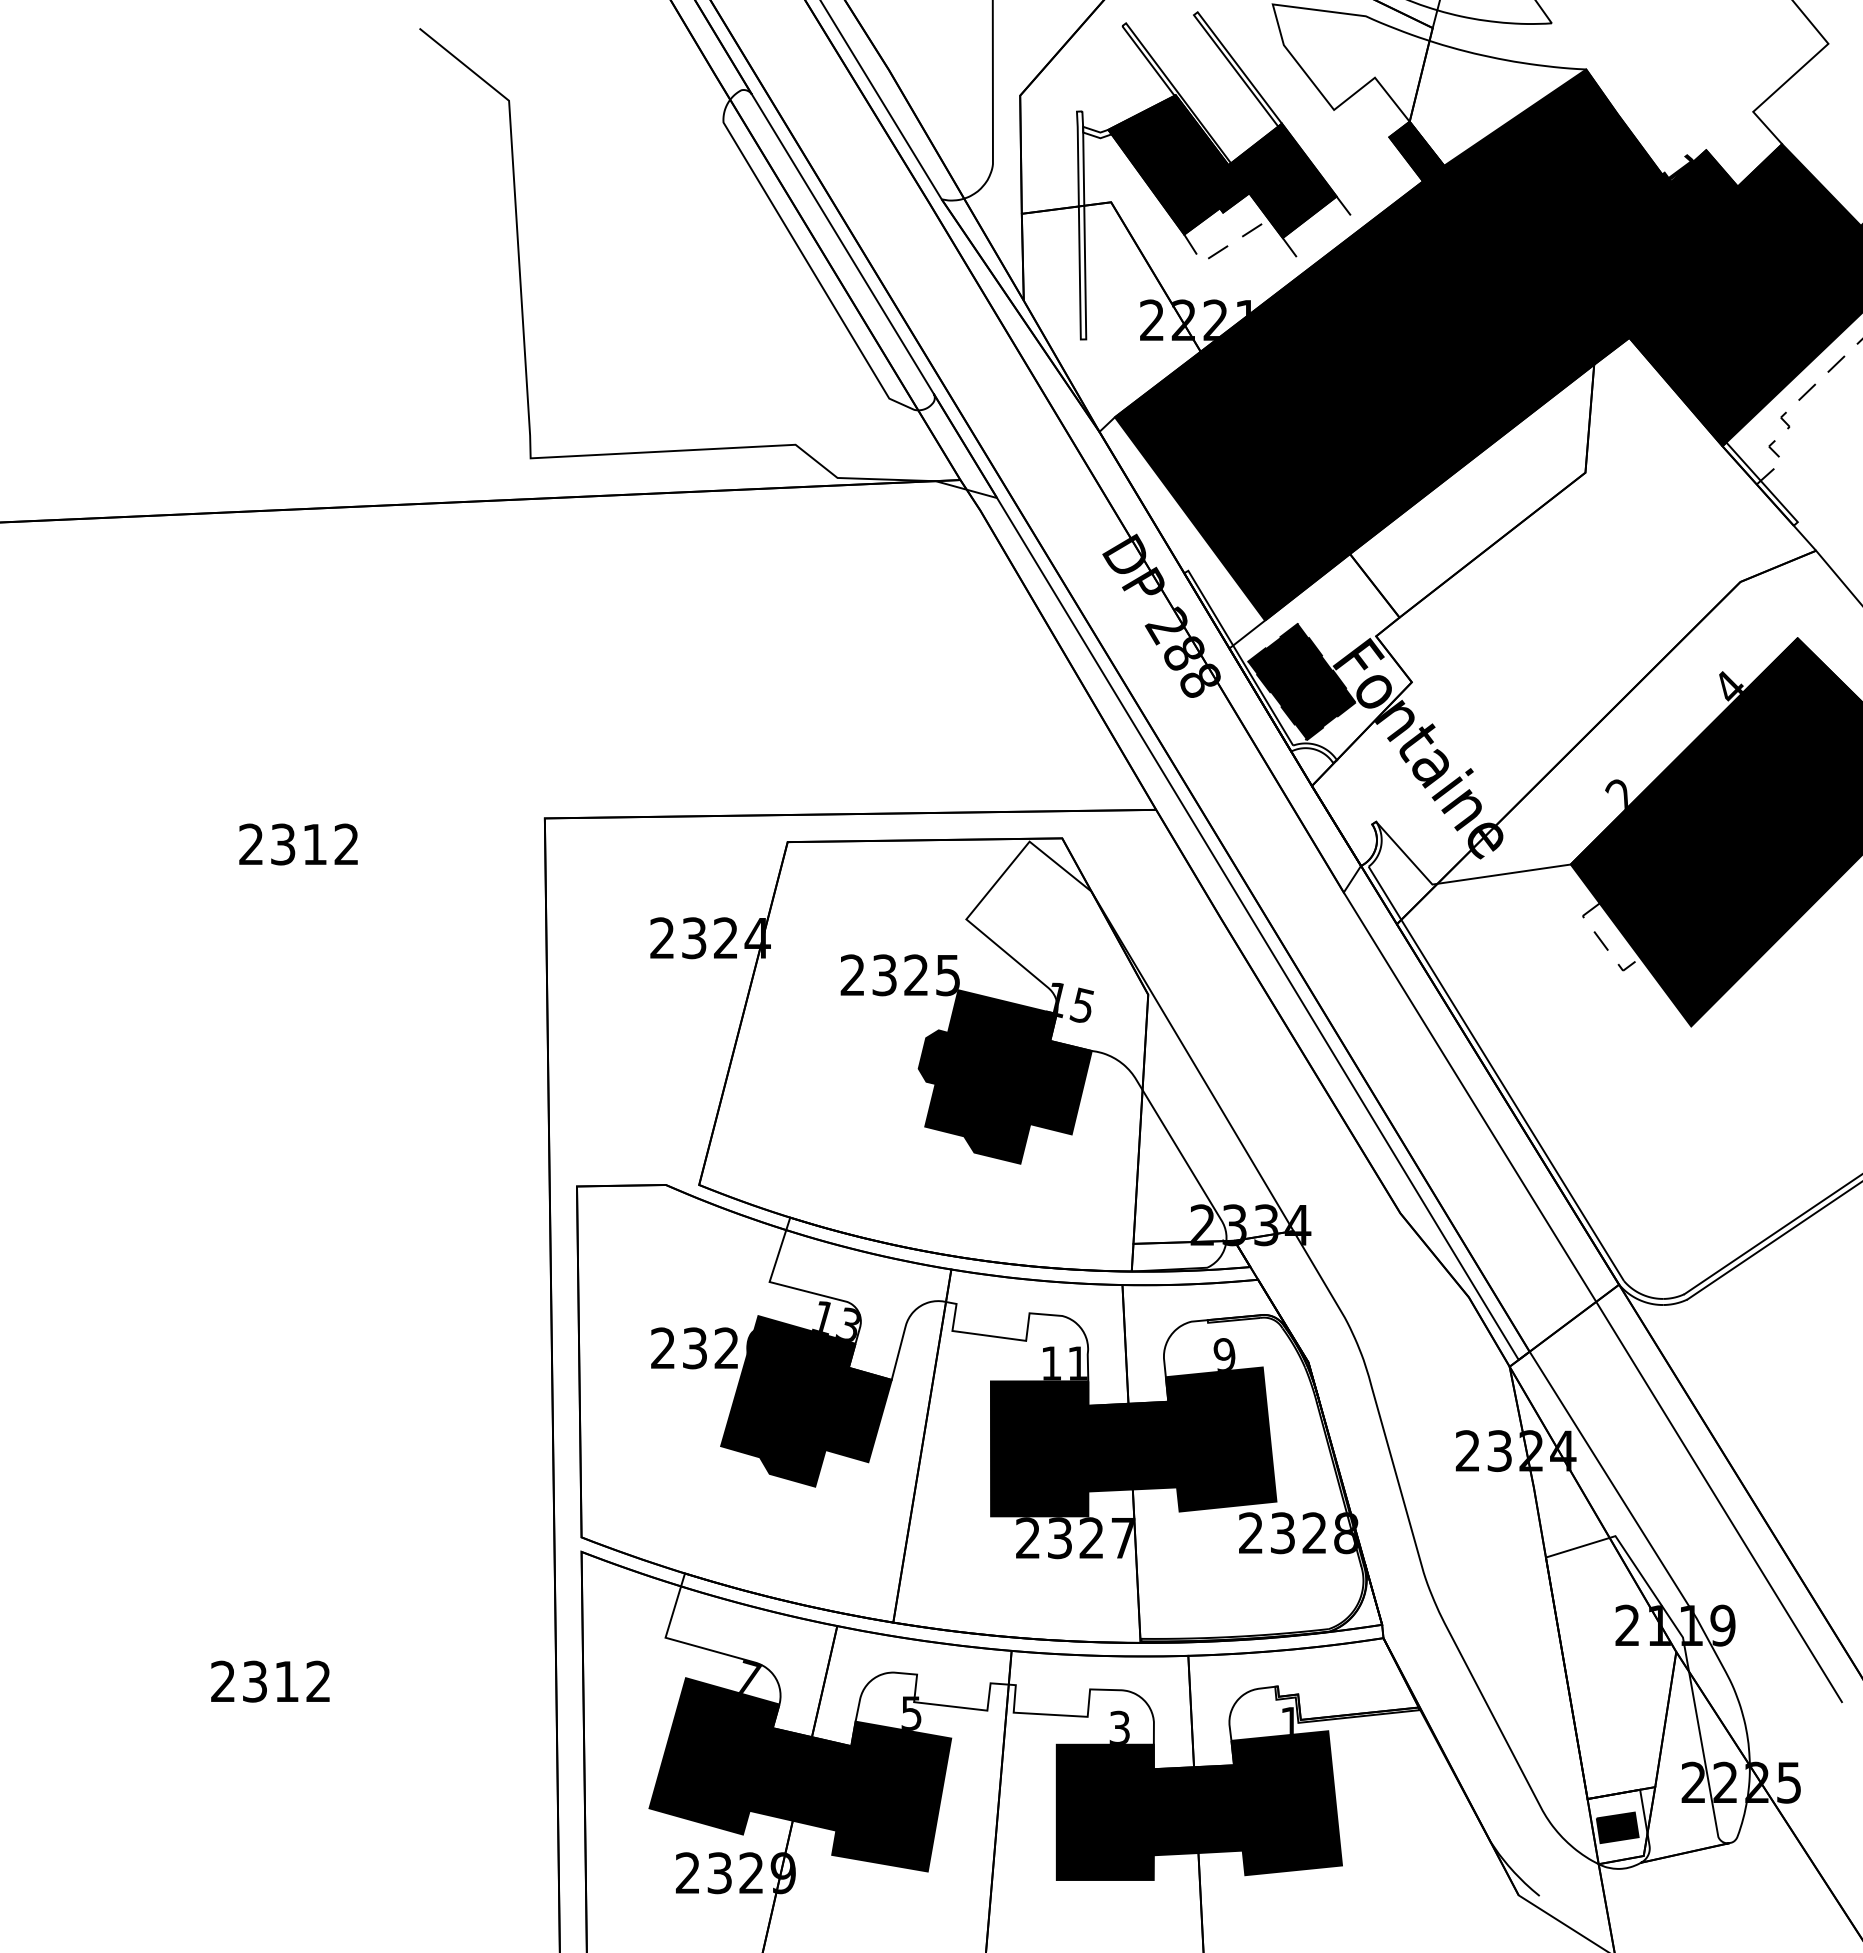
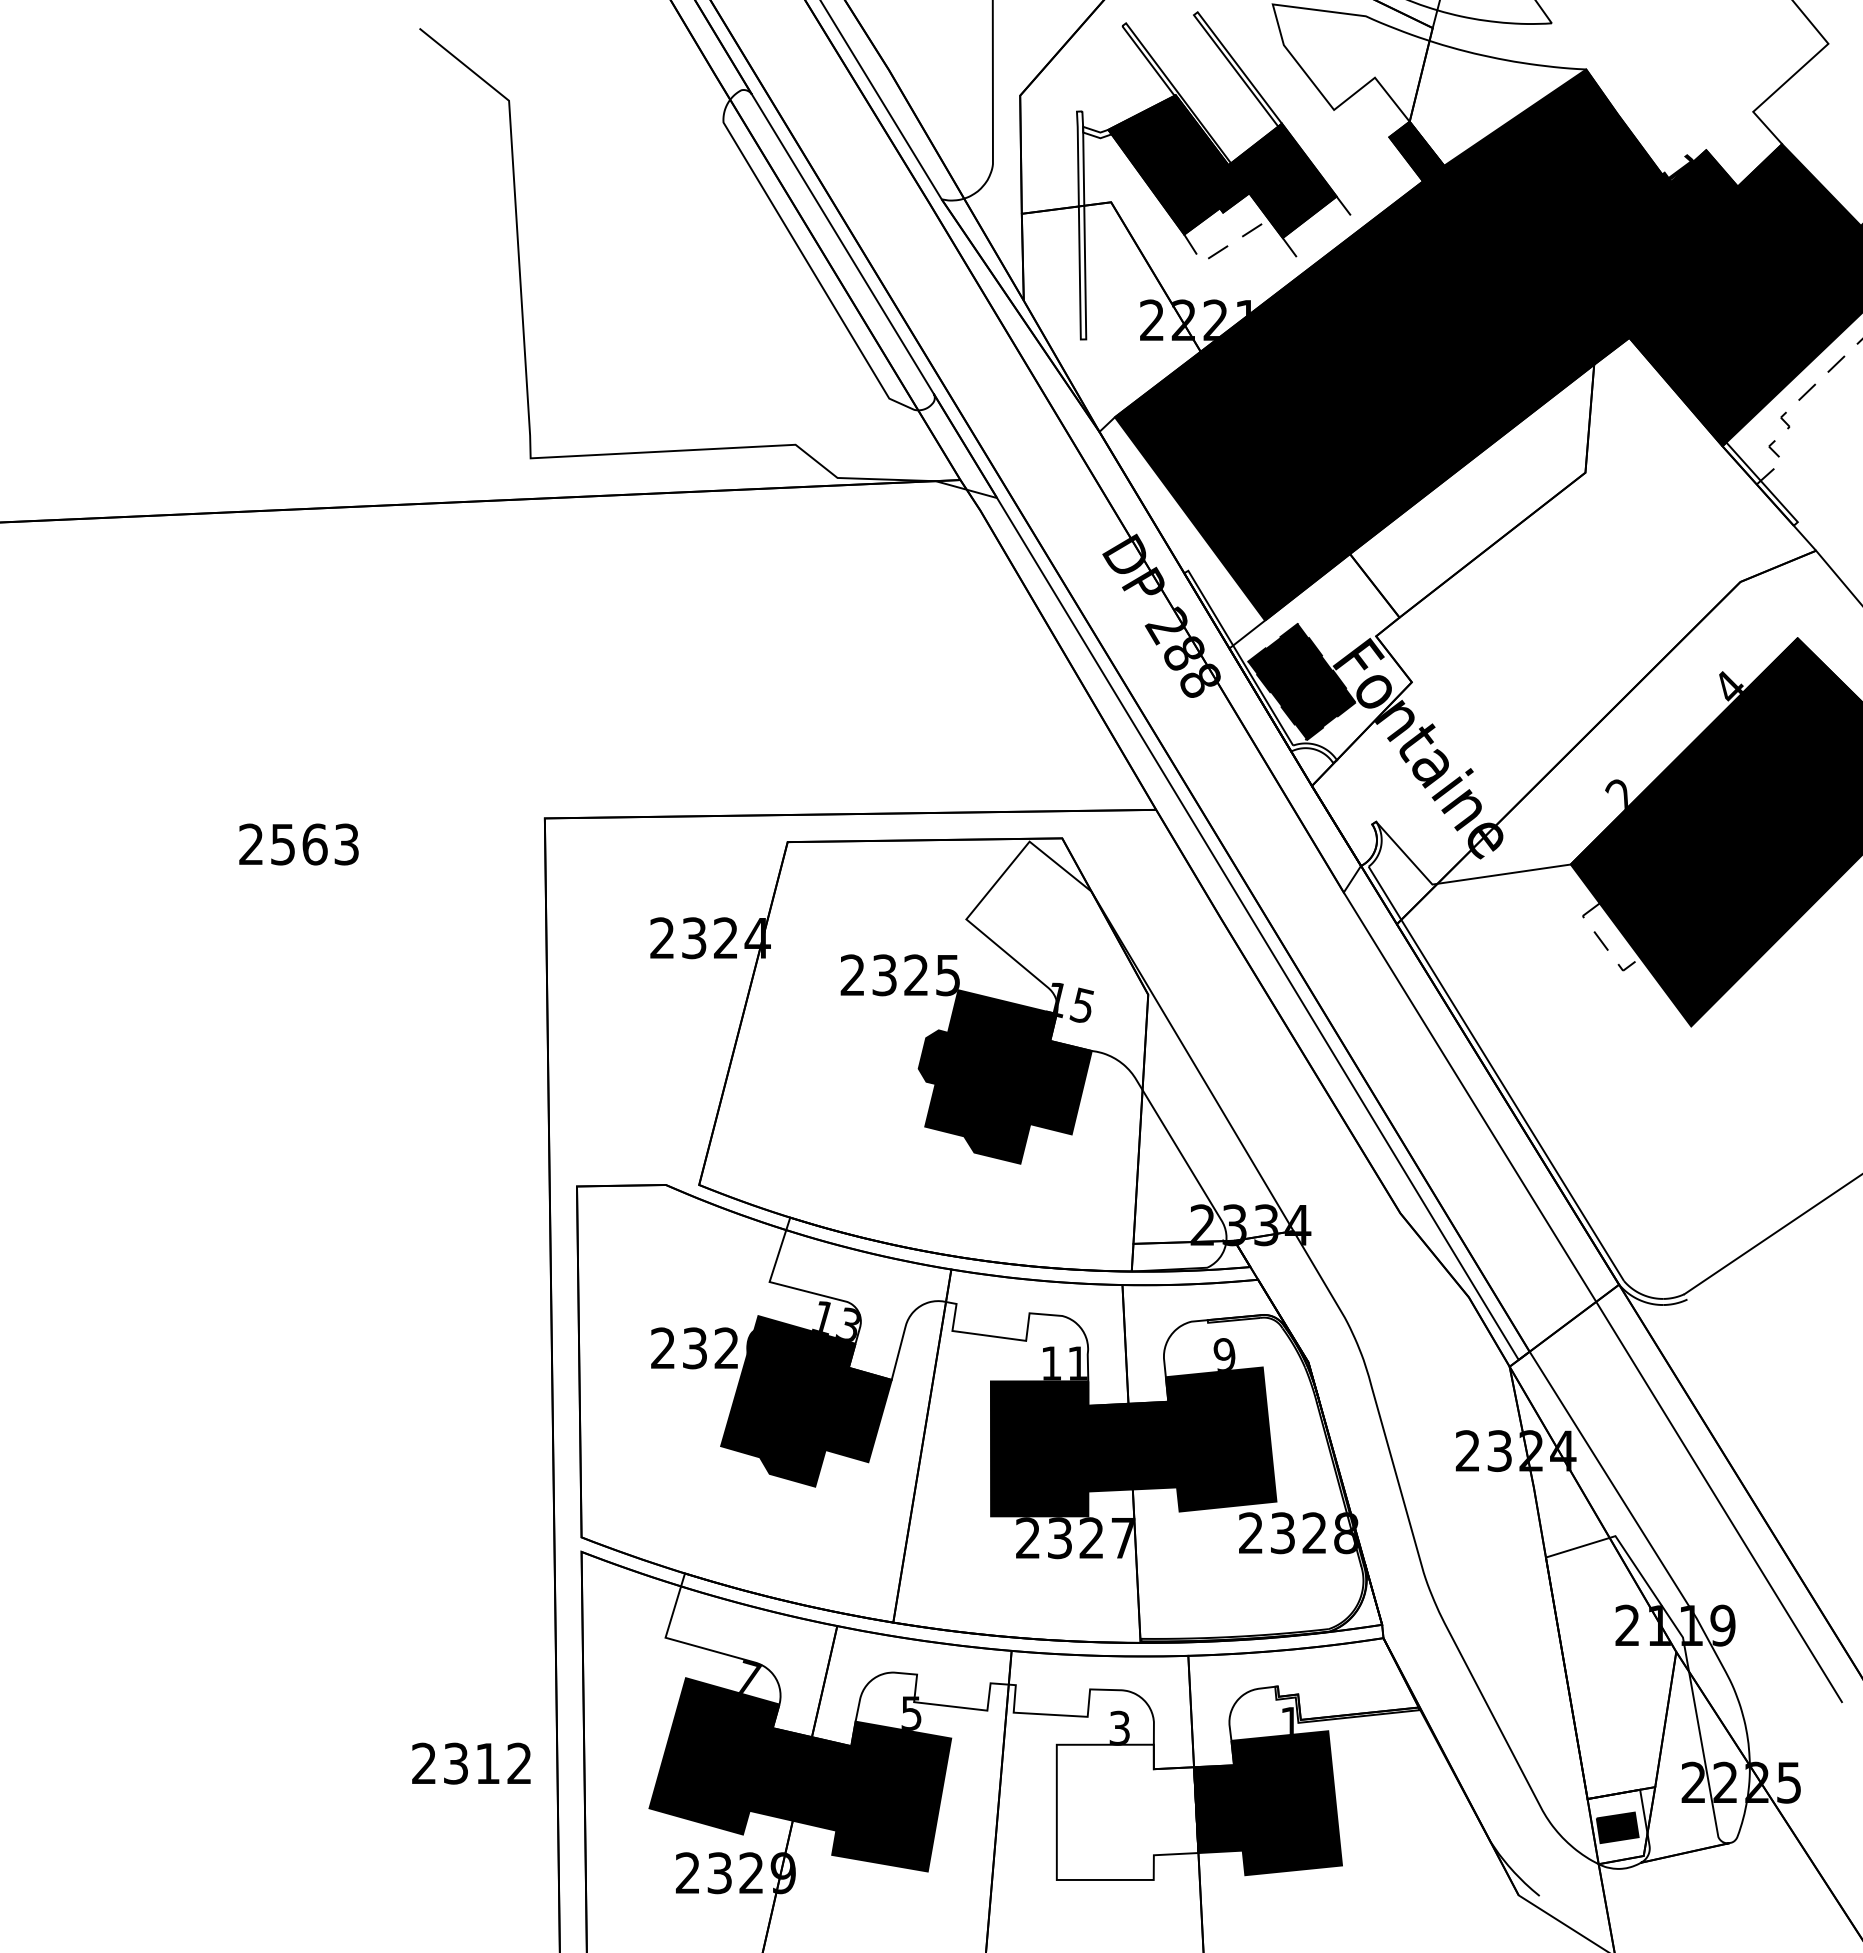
text at (314, 844): 2312 -> 2563
line at (1773, 1241): present -> none
text at (270, 1681) position: (270, 1681) -> (471, 1763)
fill at (1127, 1811): present -> none
